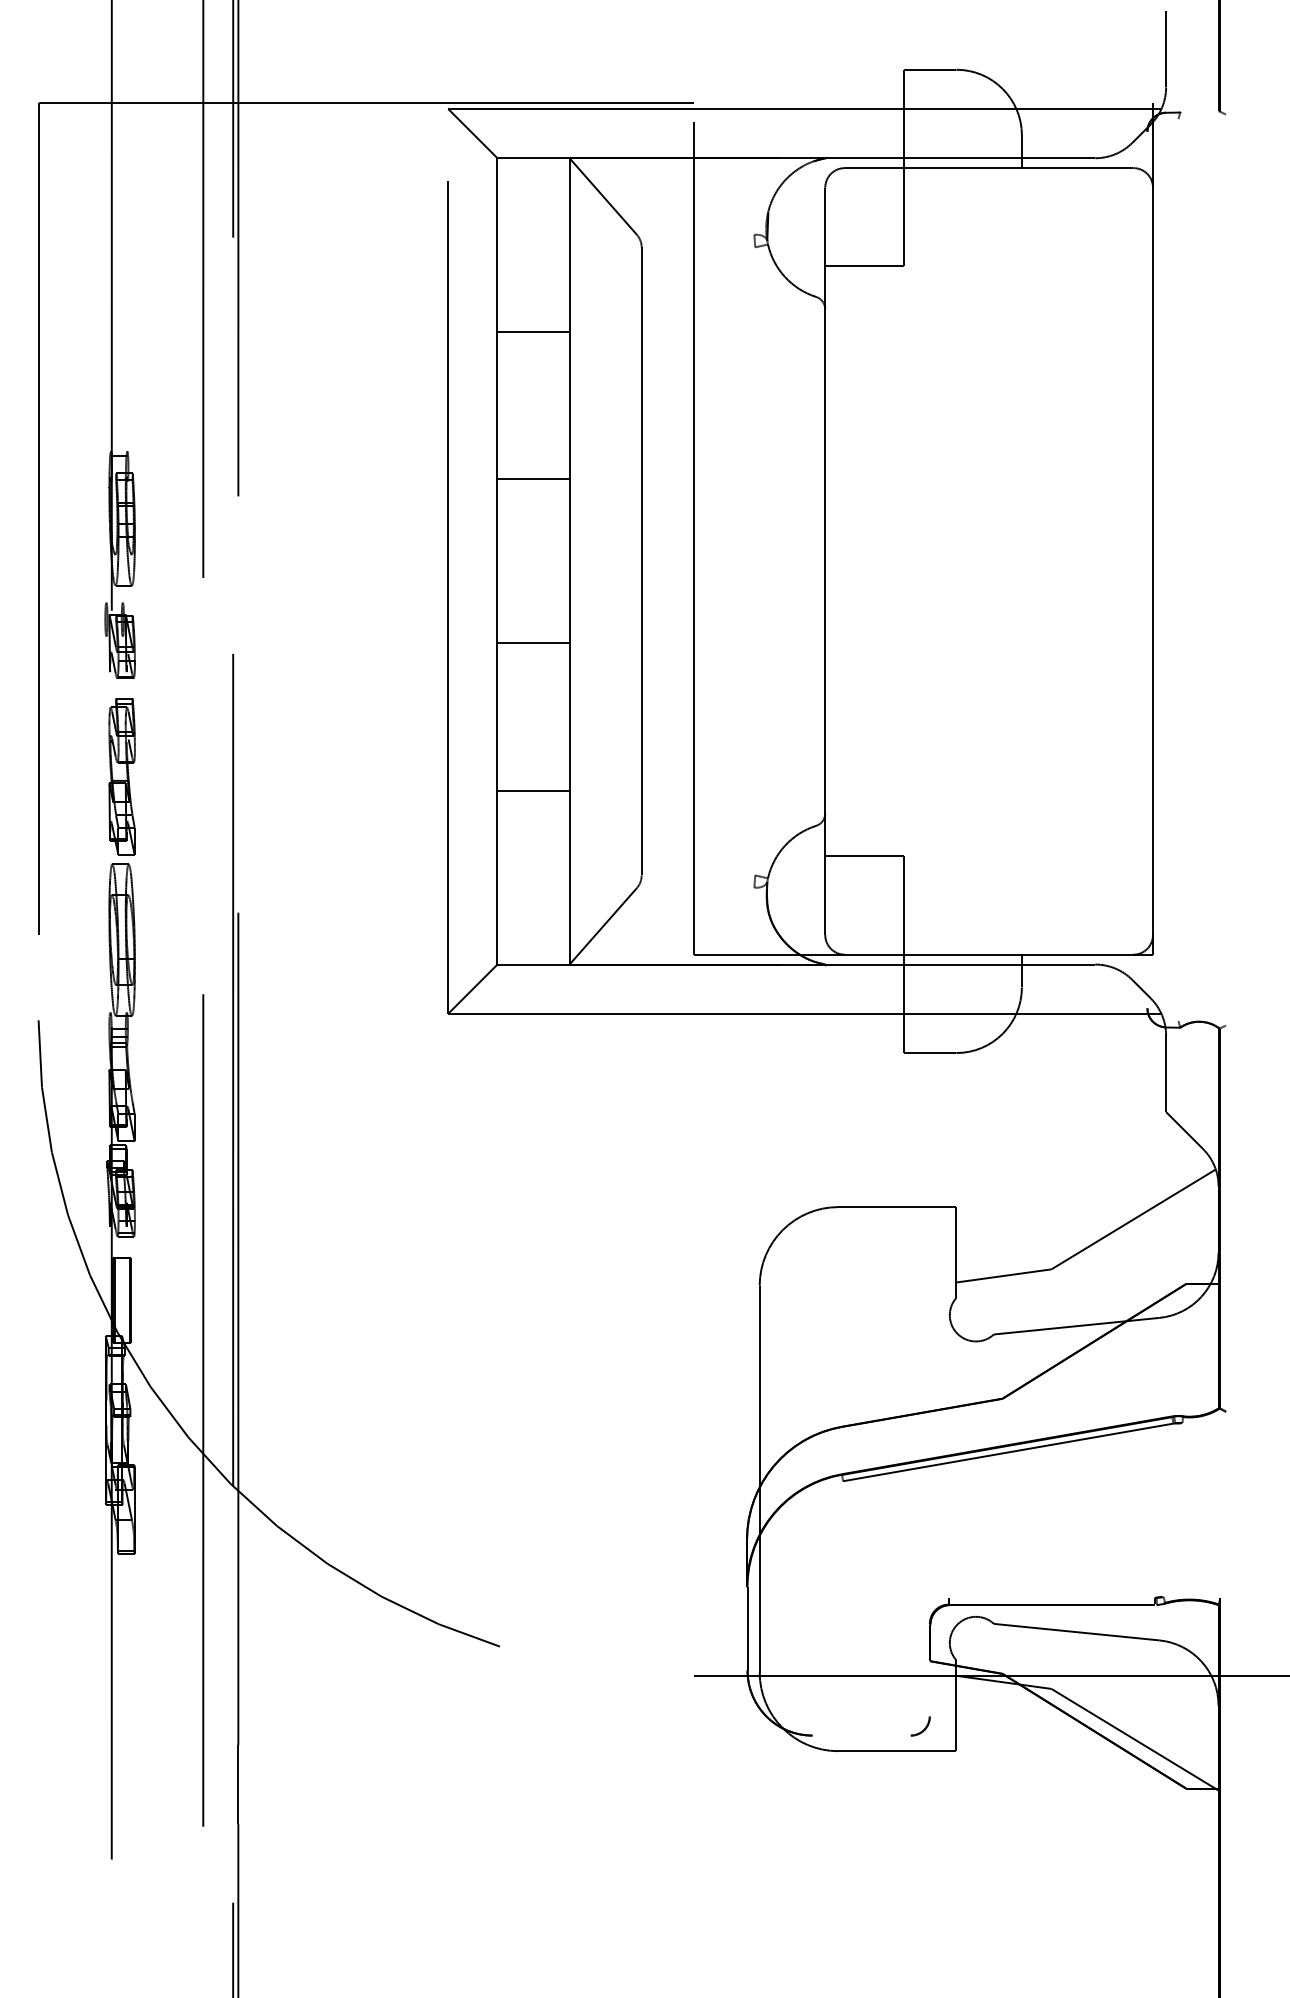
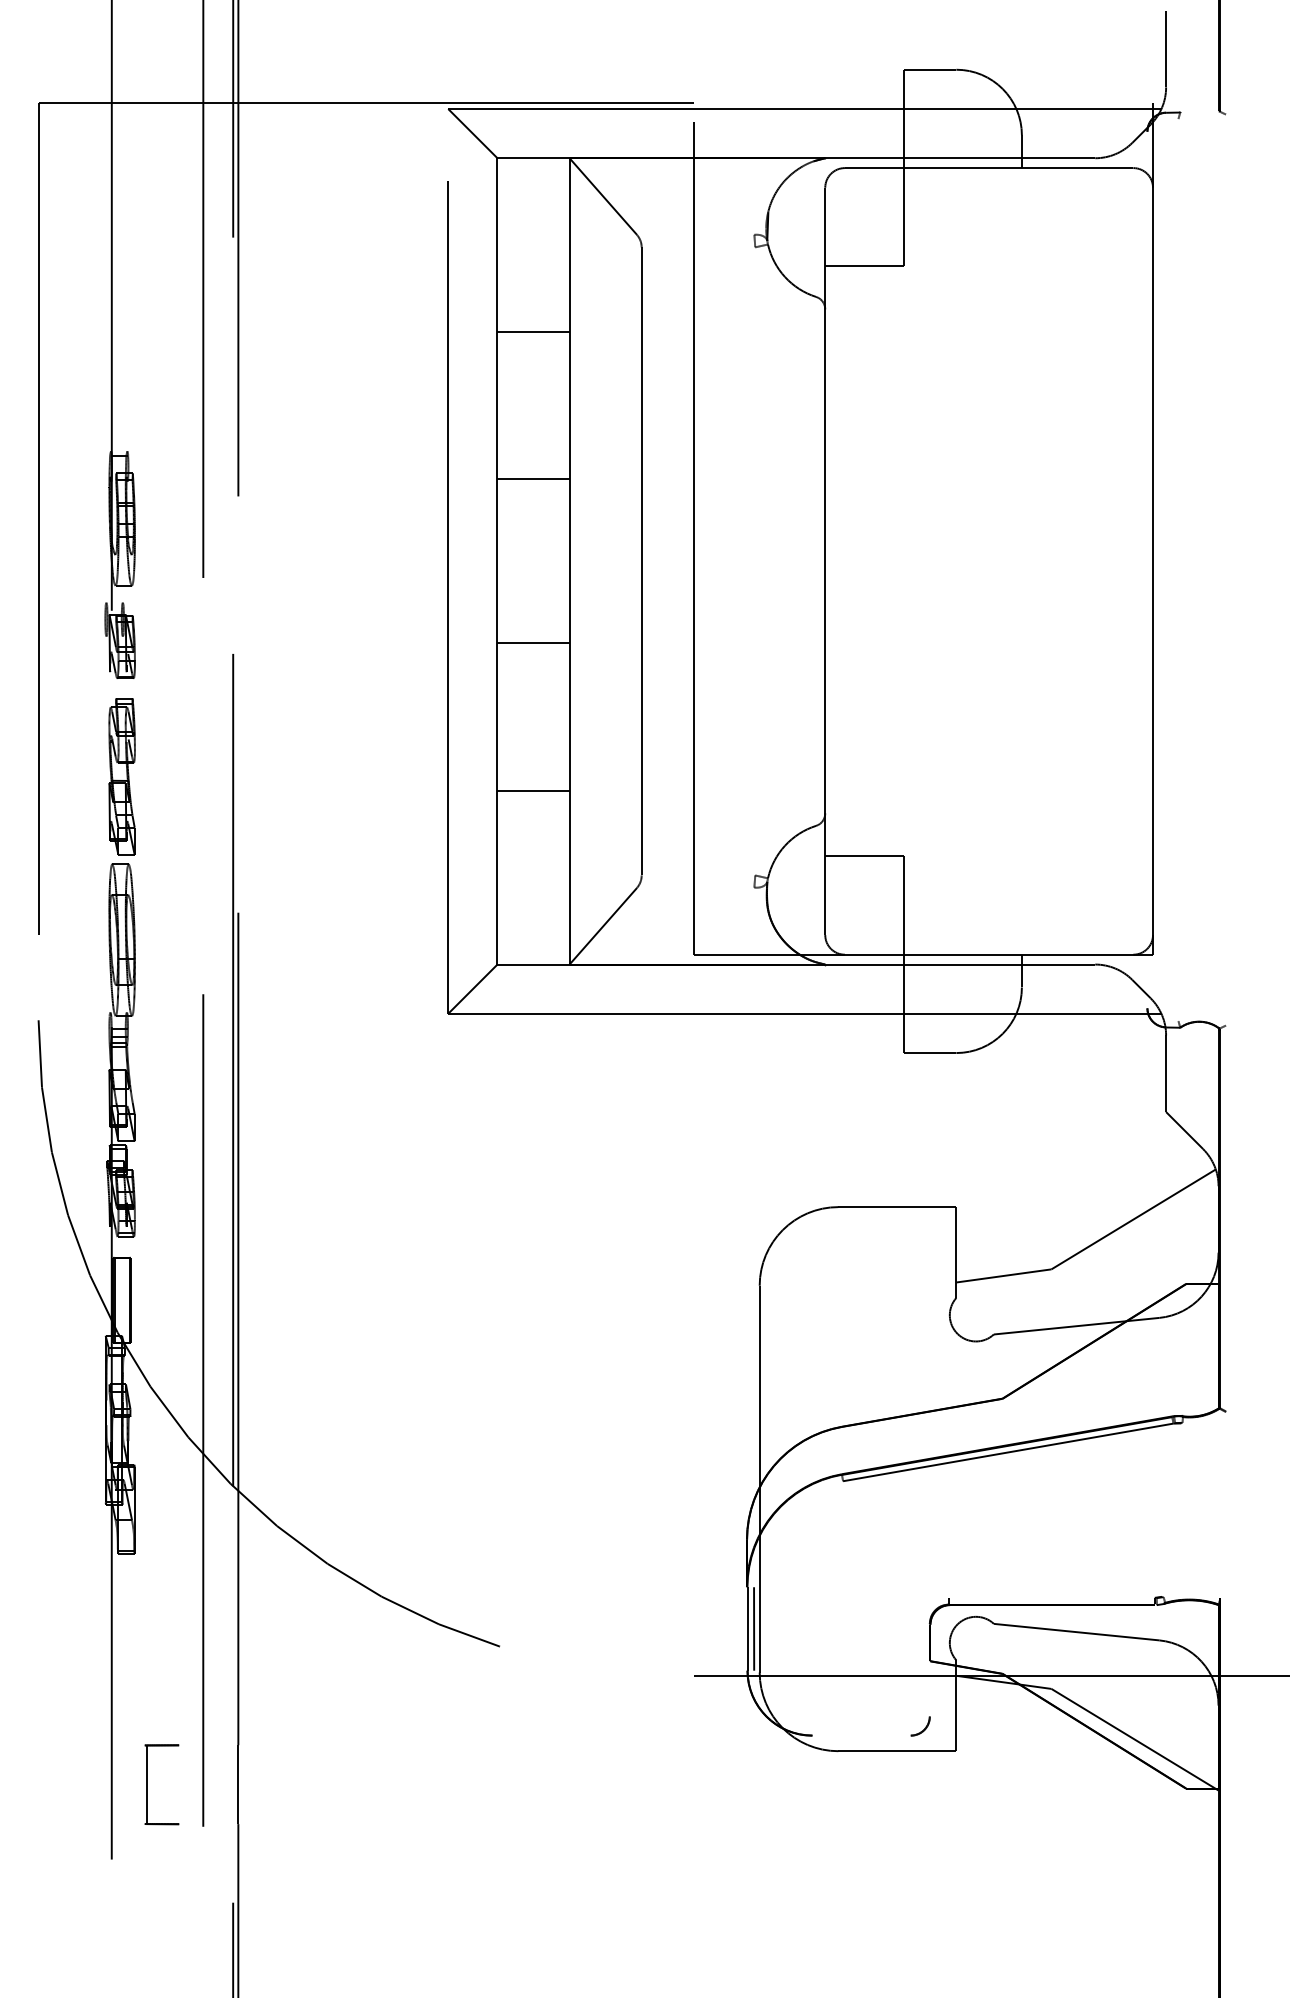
line at (754, 1628): none -> present
part at (147, 1784): none -> present
